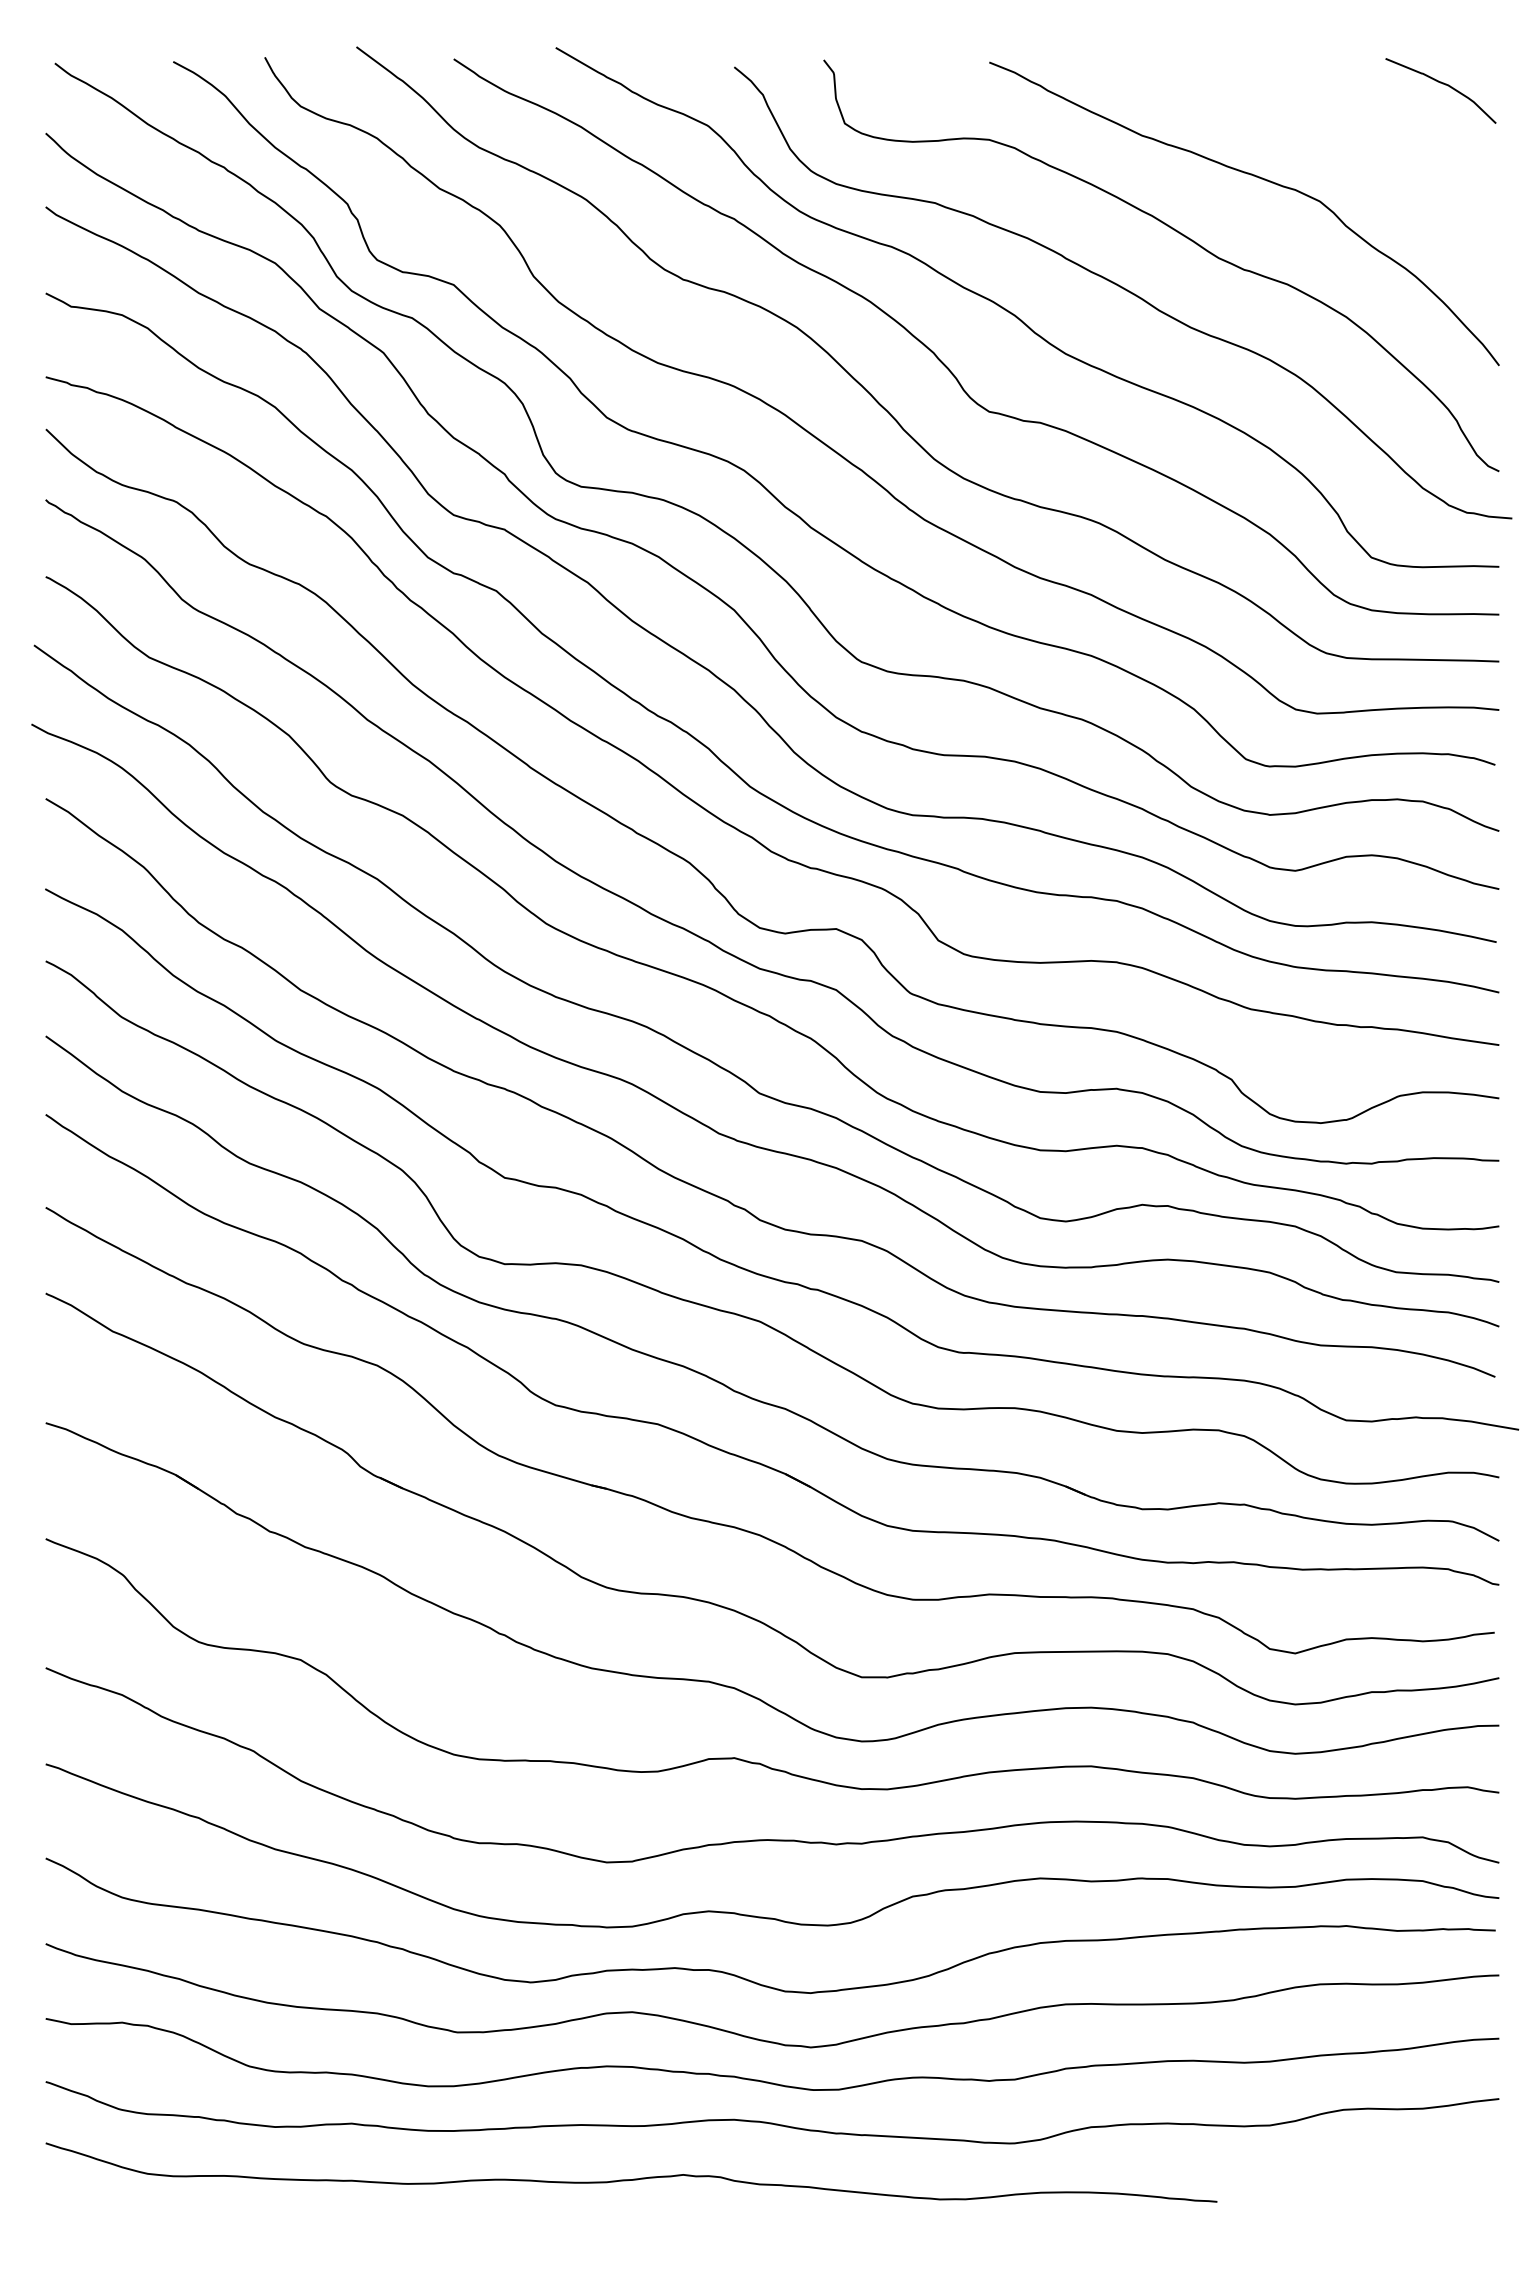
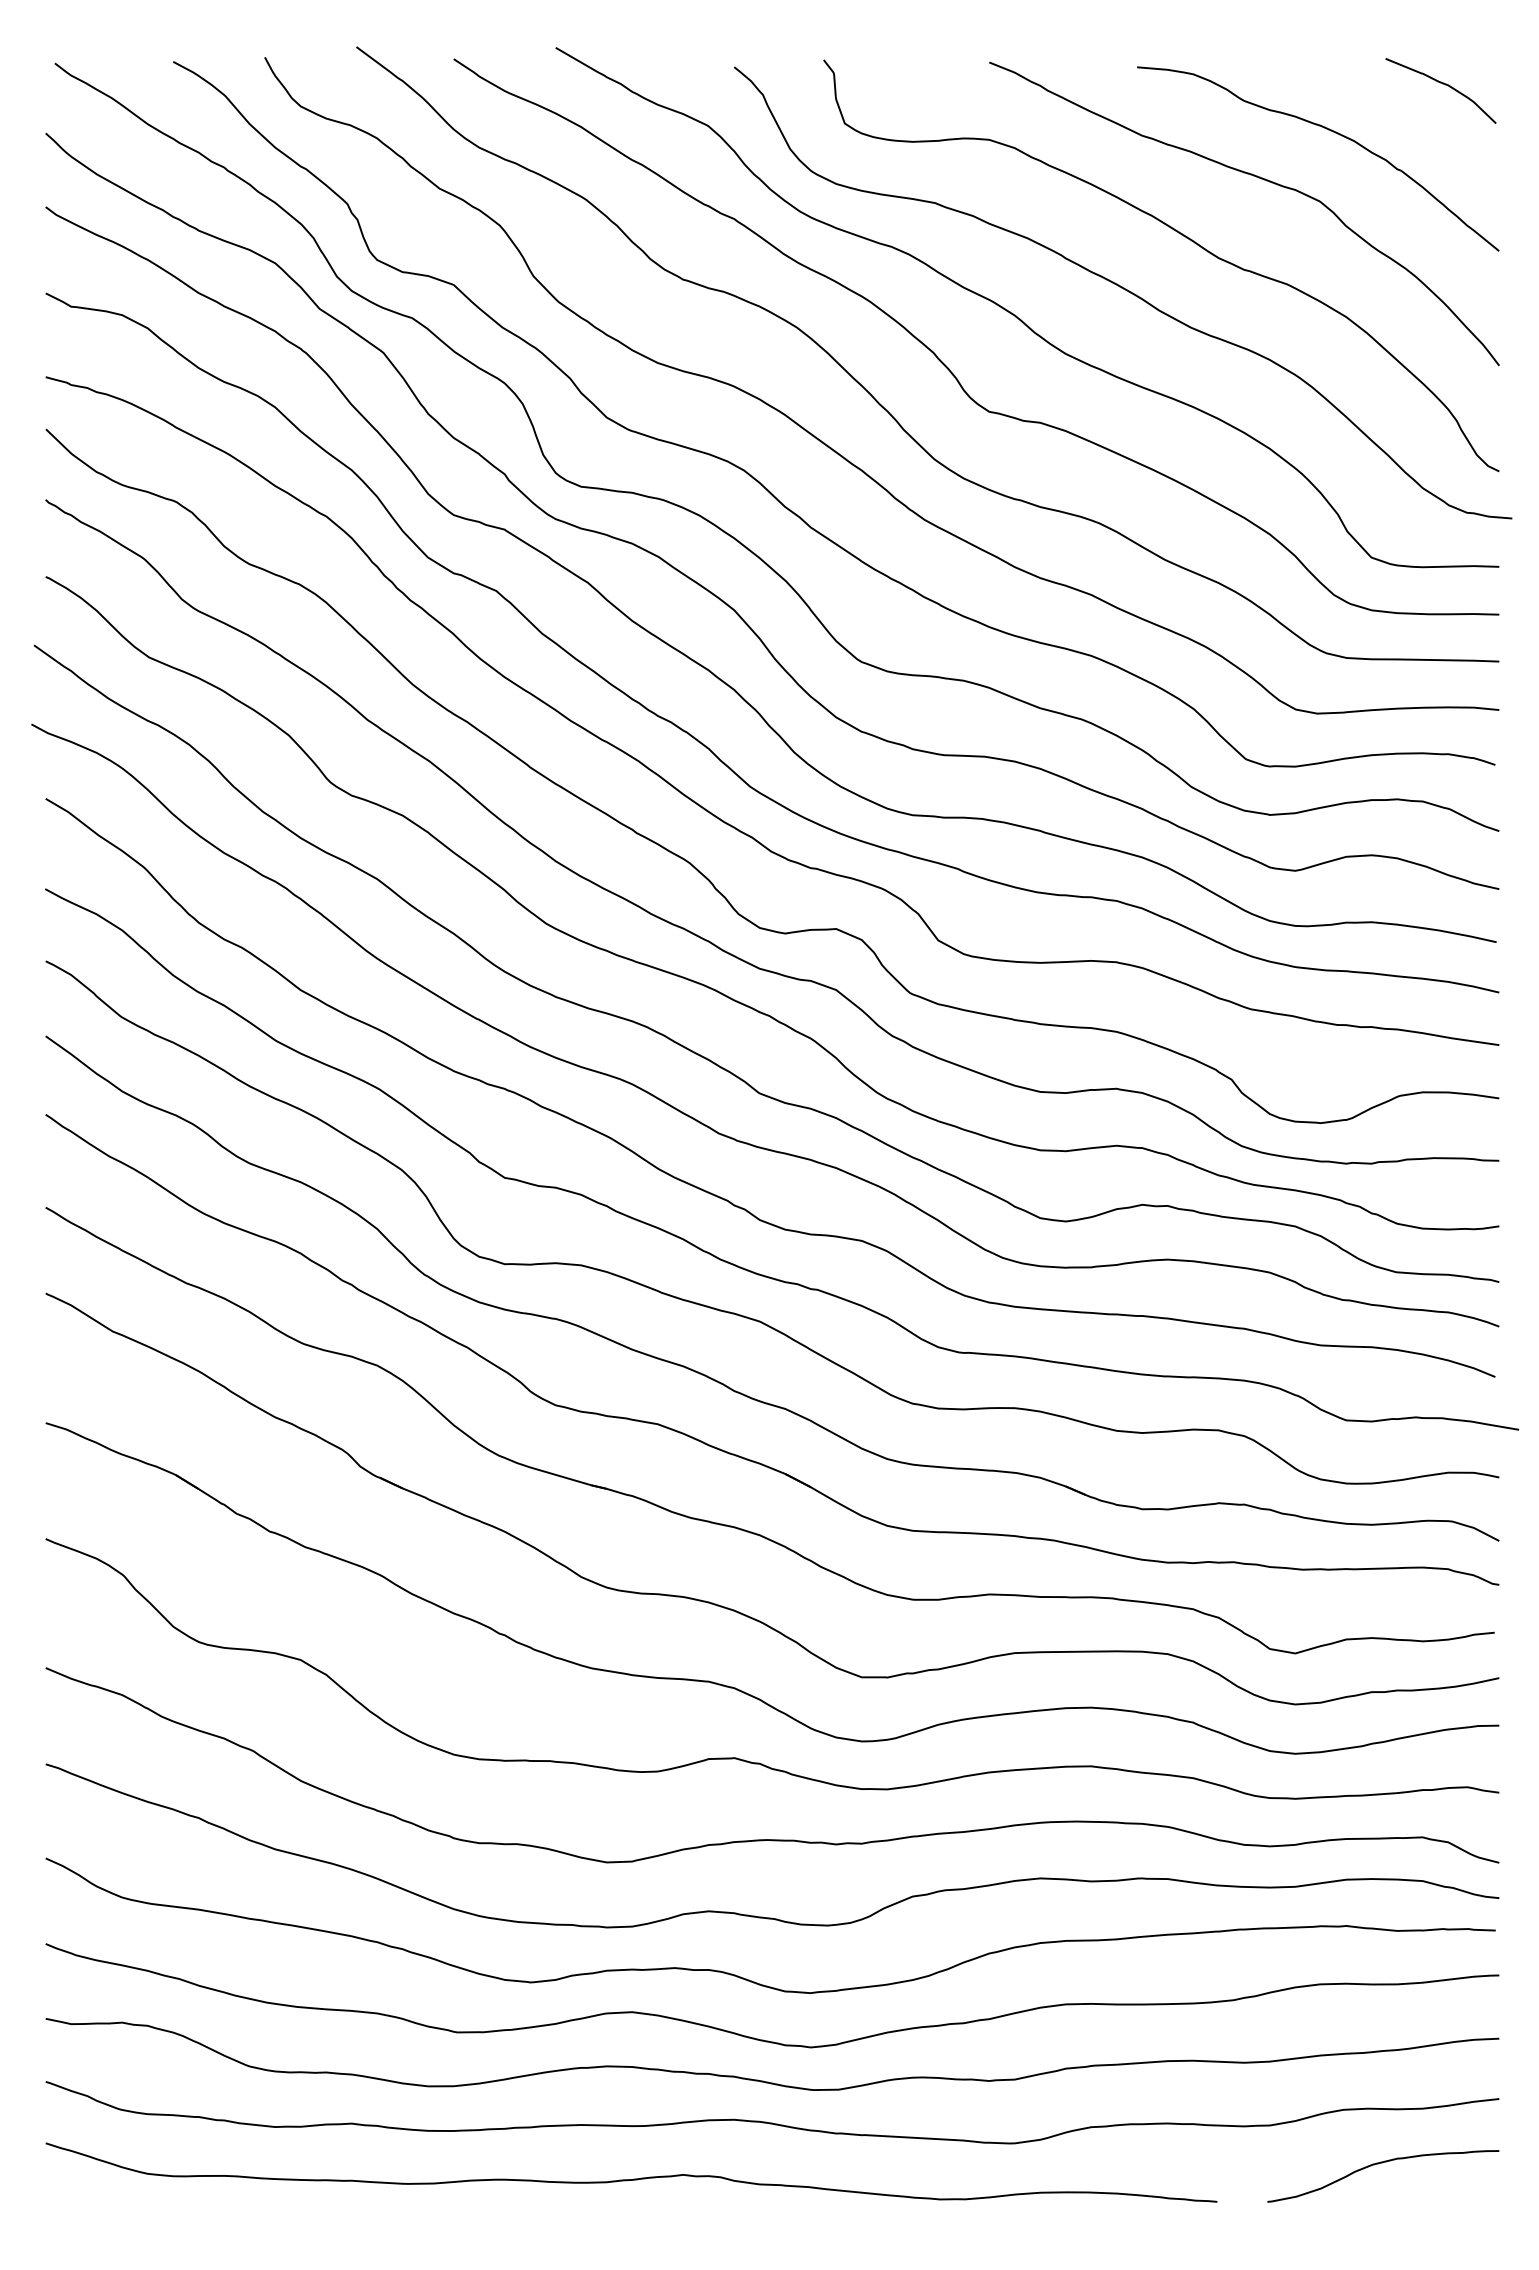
curve at (1330, 131): none -> present
curve at (1378, 2164): none -> present
